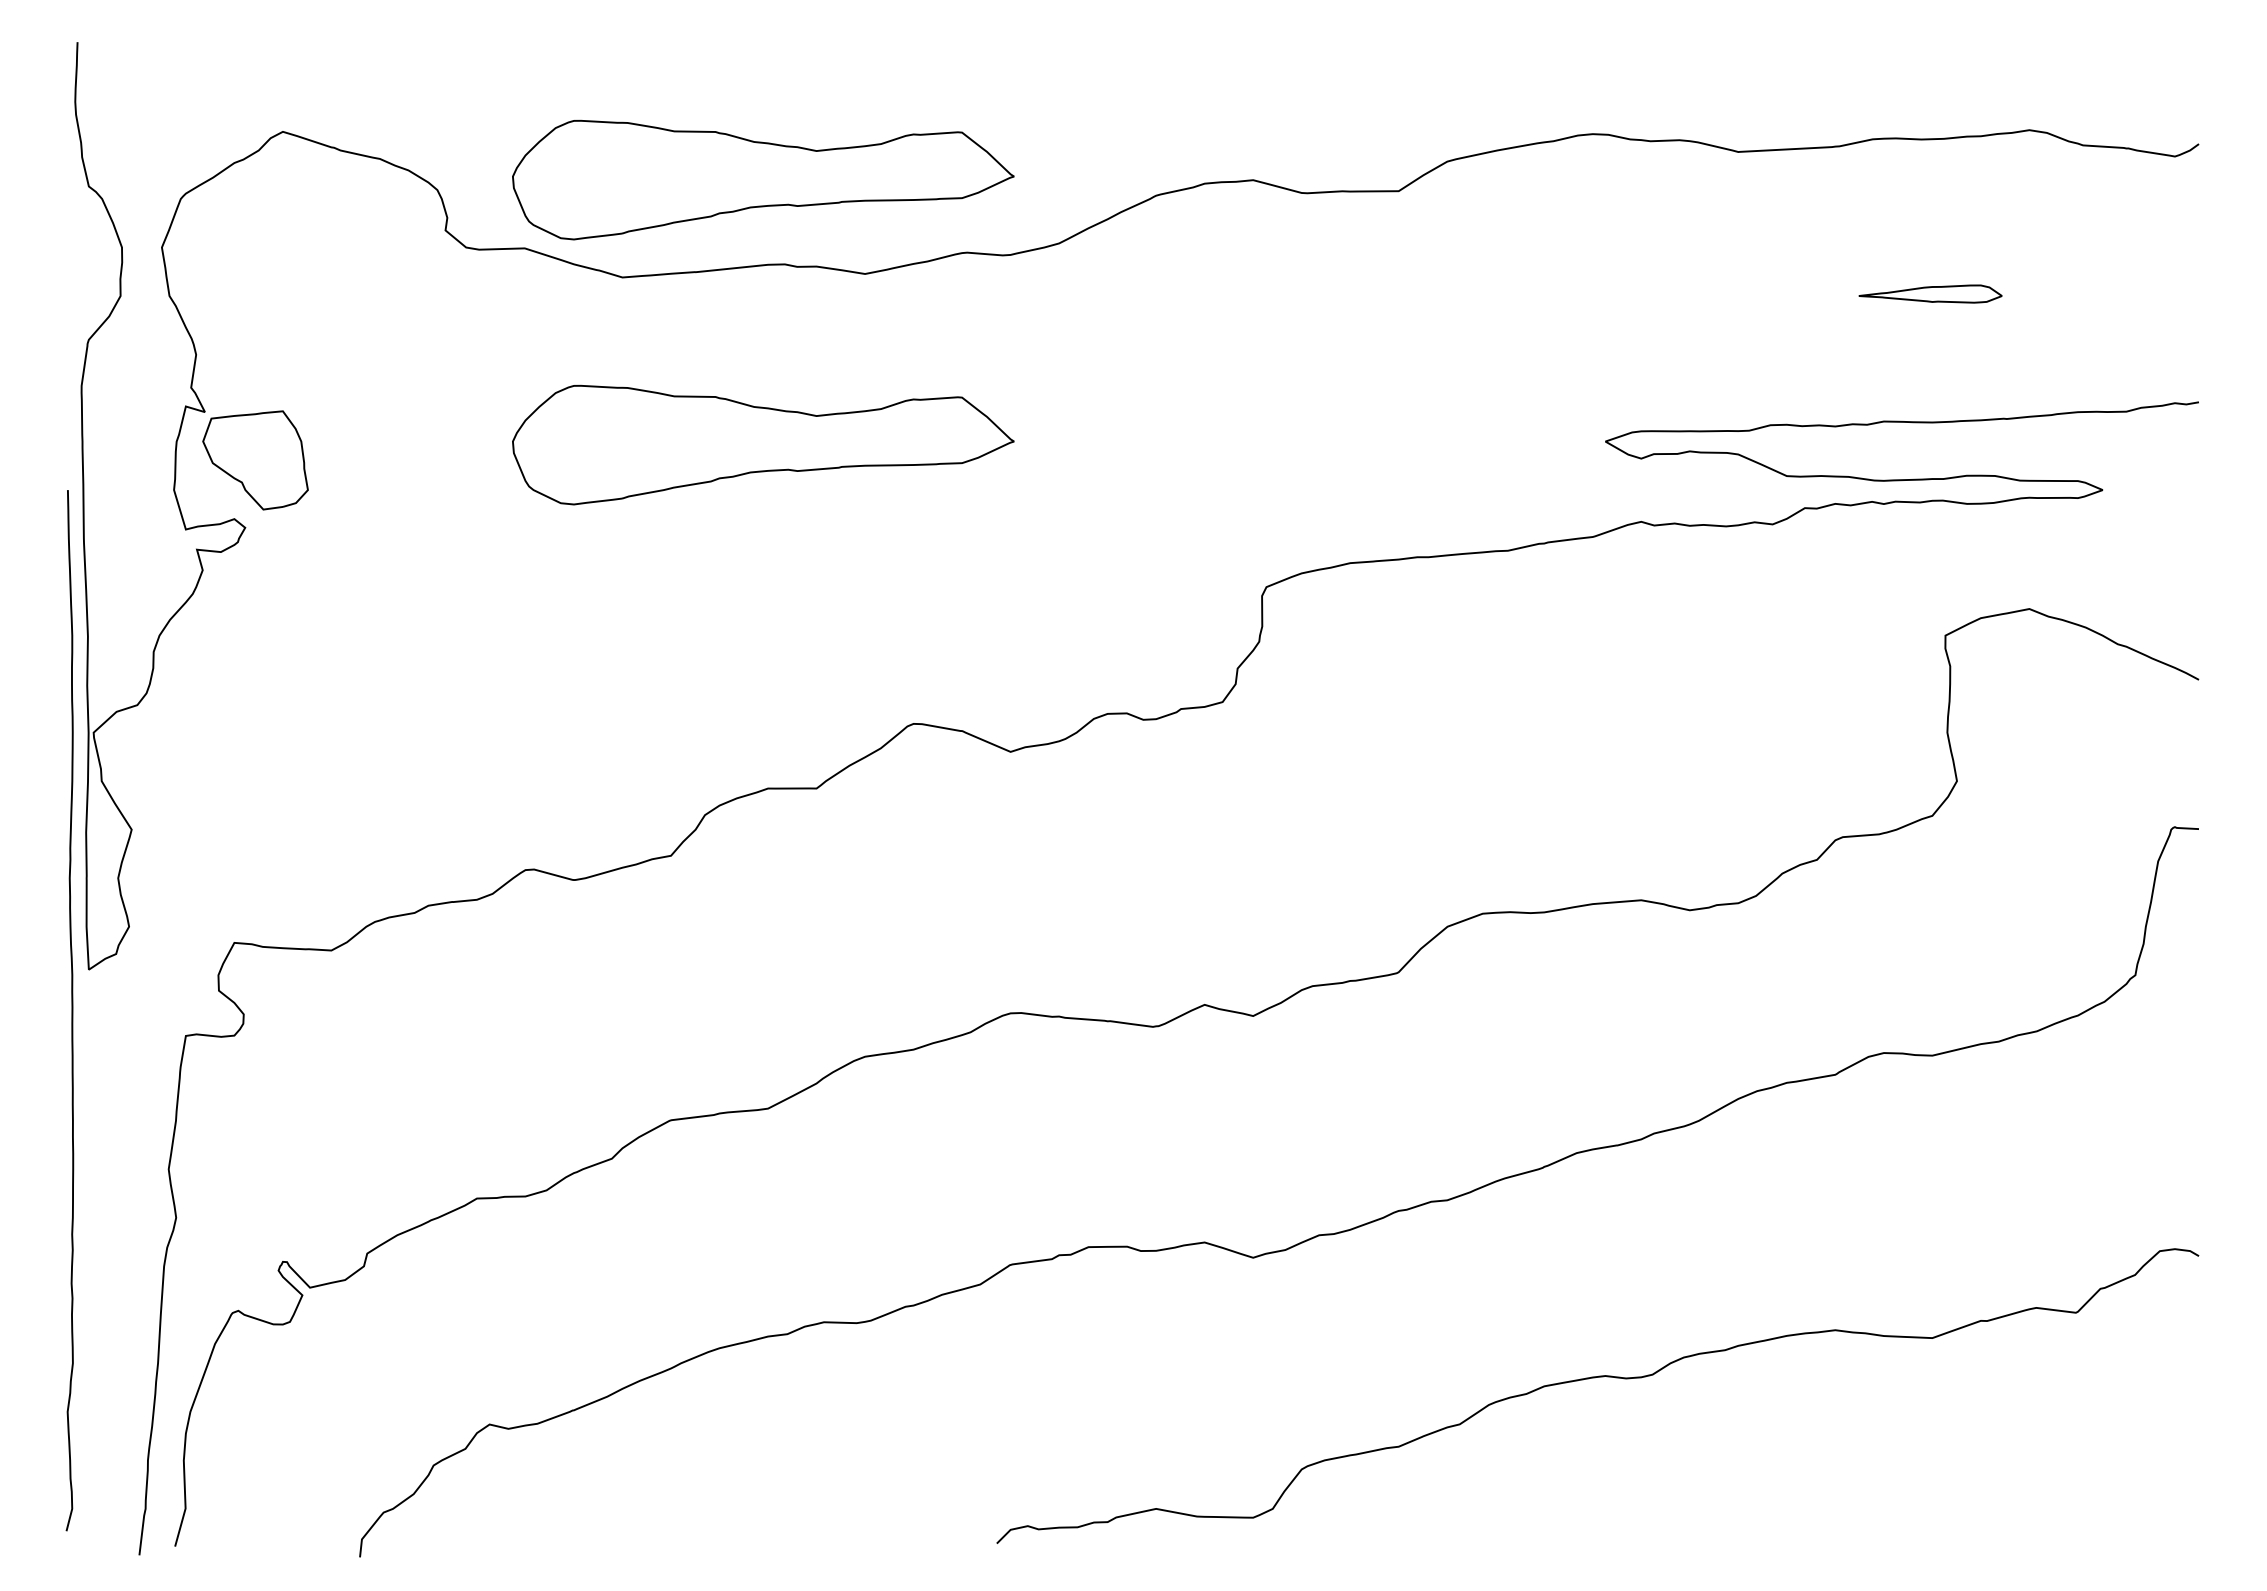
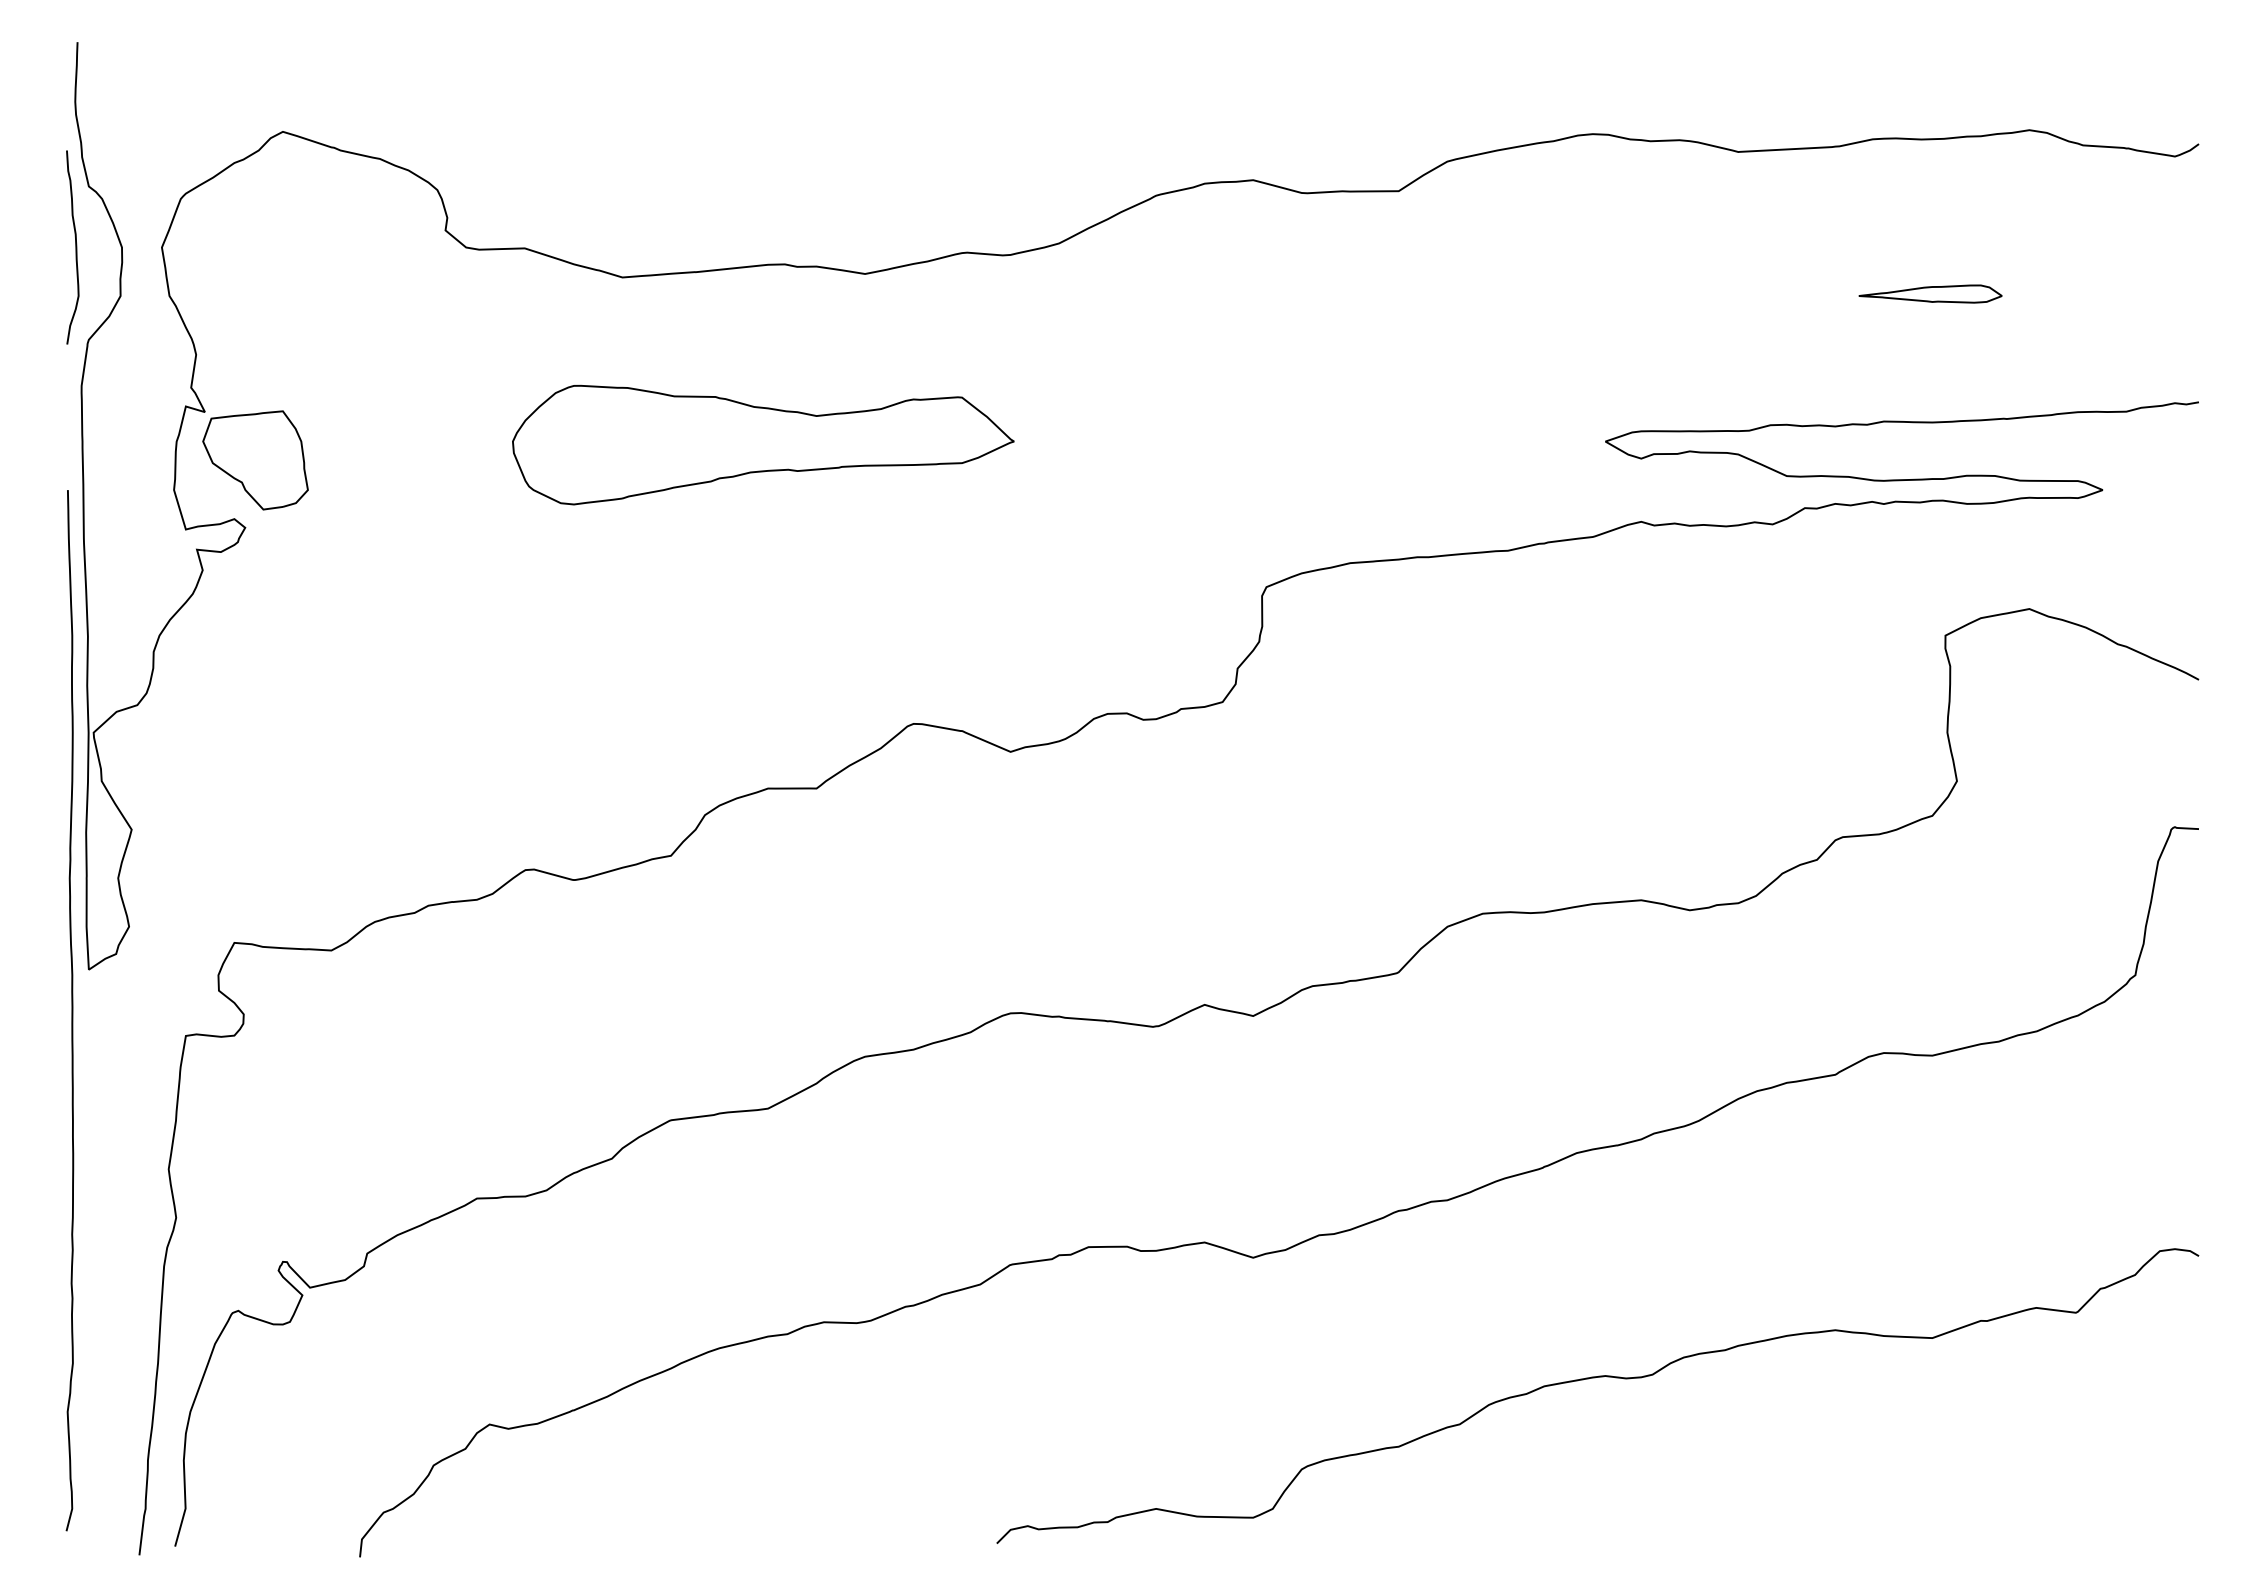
part at (763, 179): present -> none
curve at (75, 247): none -> present
